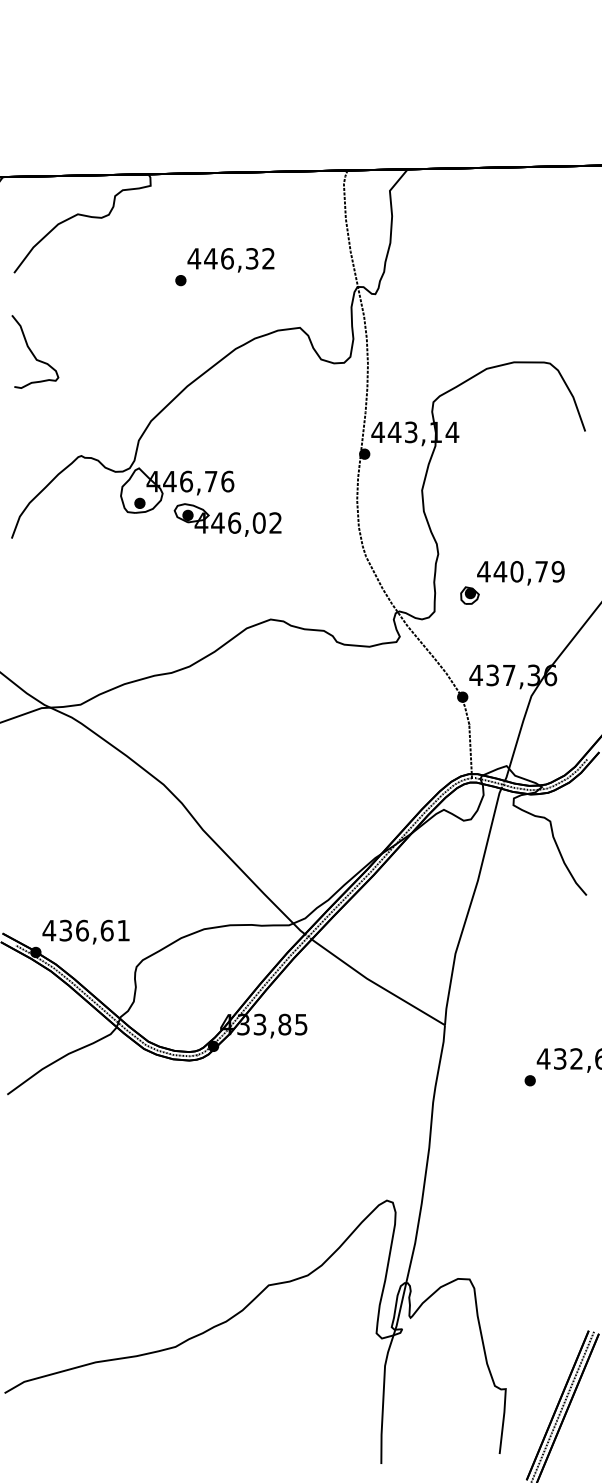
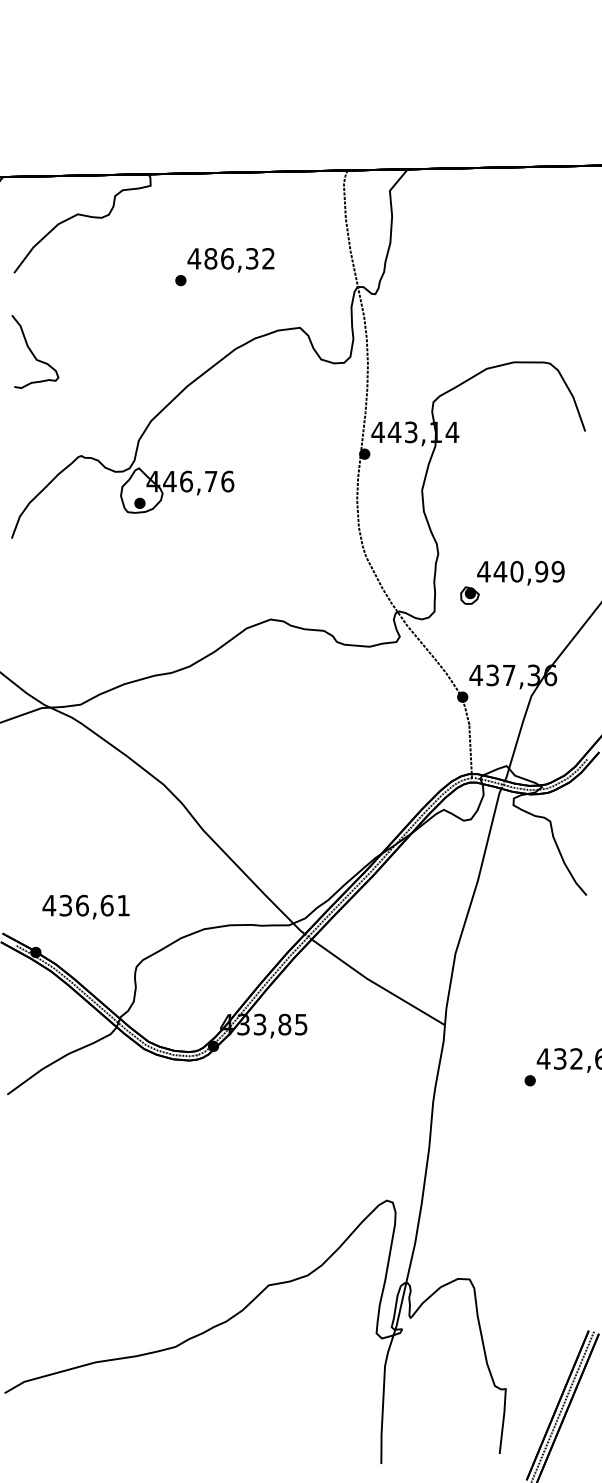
text at (210, 258): 446,32 -> 486,32
part at (227, 519): present -> none
text at (541, 571): 440,79 -> 440,99
text at (85, 931) position: (85, 931) -> (85, 906)
